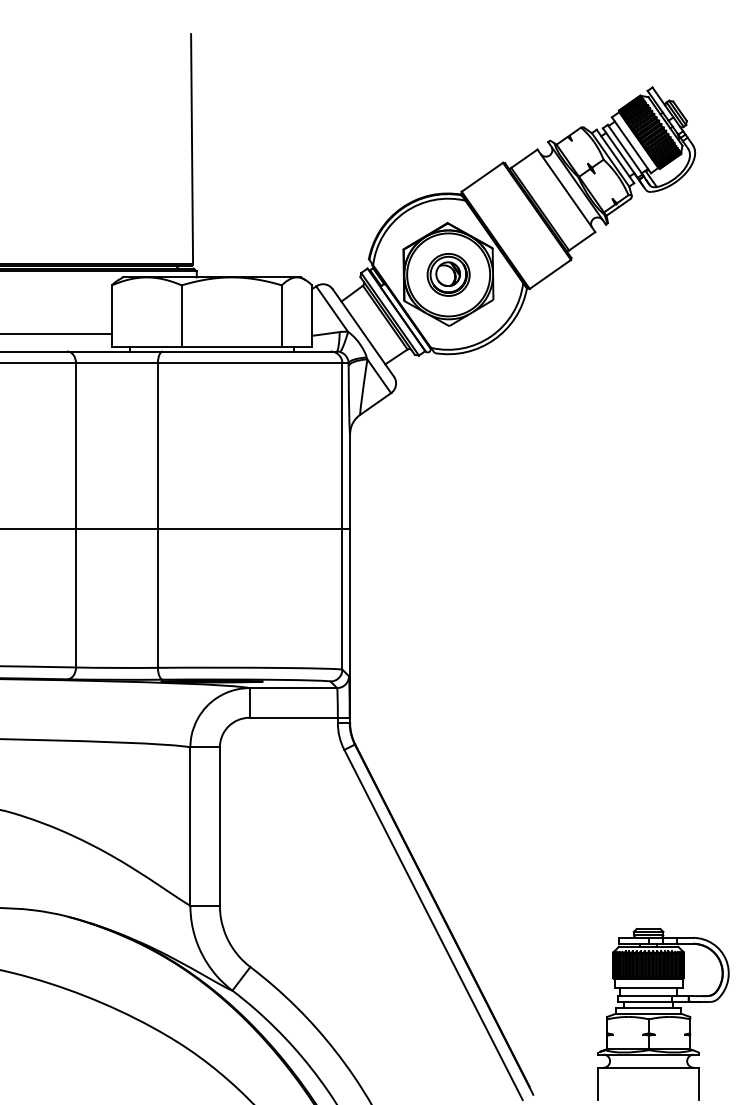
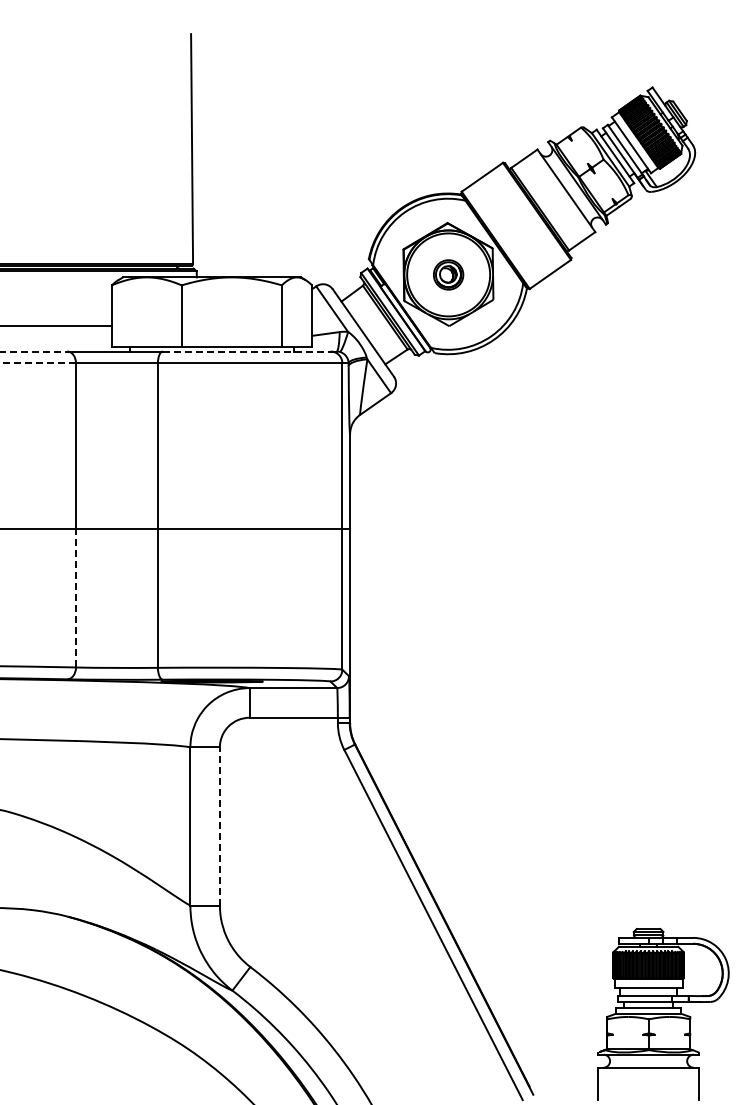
part at (448, 274) size: 45x44 px -> 32x32 px
line at (56, 334) position: (56, 334) -> (56, 326)
line at (34, 351): solid -> dashed
line at (246, 351): solid -> dashed
line at (38, 363): solid -> dashed
line at (76, 597): solid -> dashed
line at (219, 826): solid -> dashed
